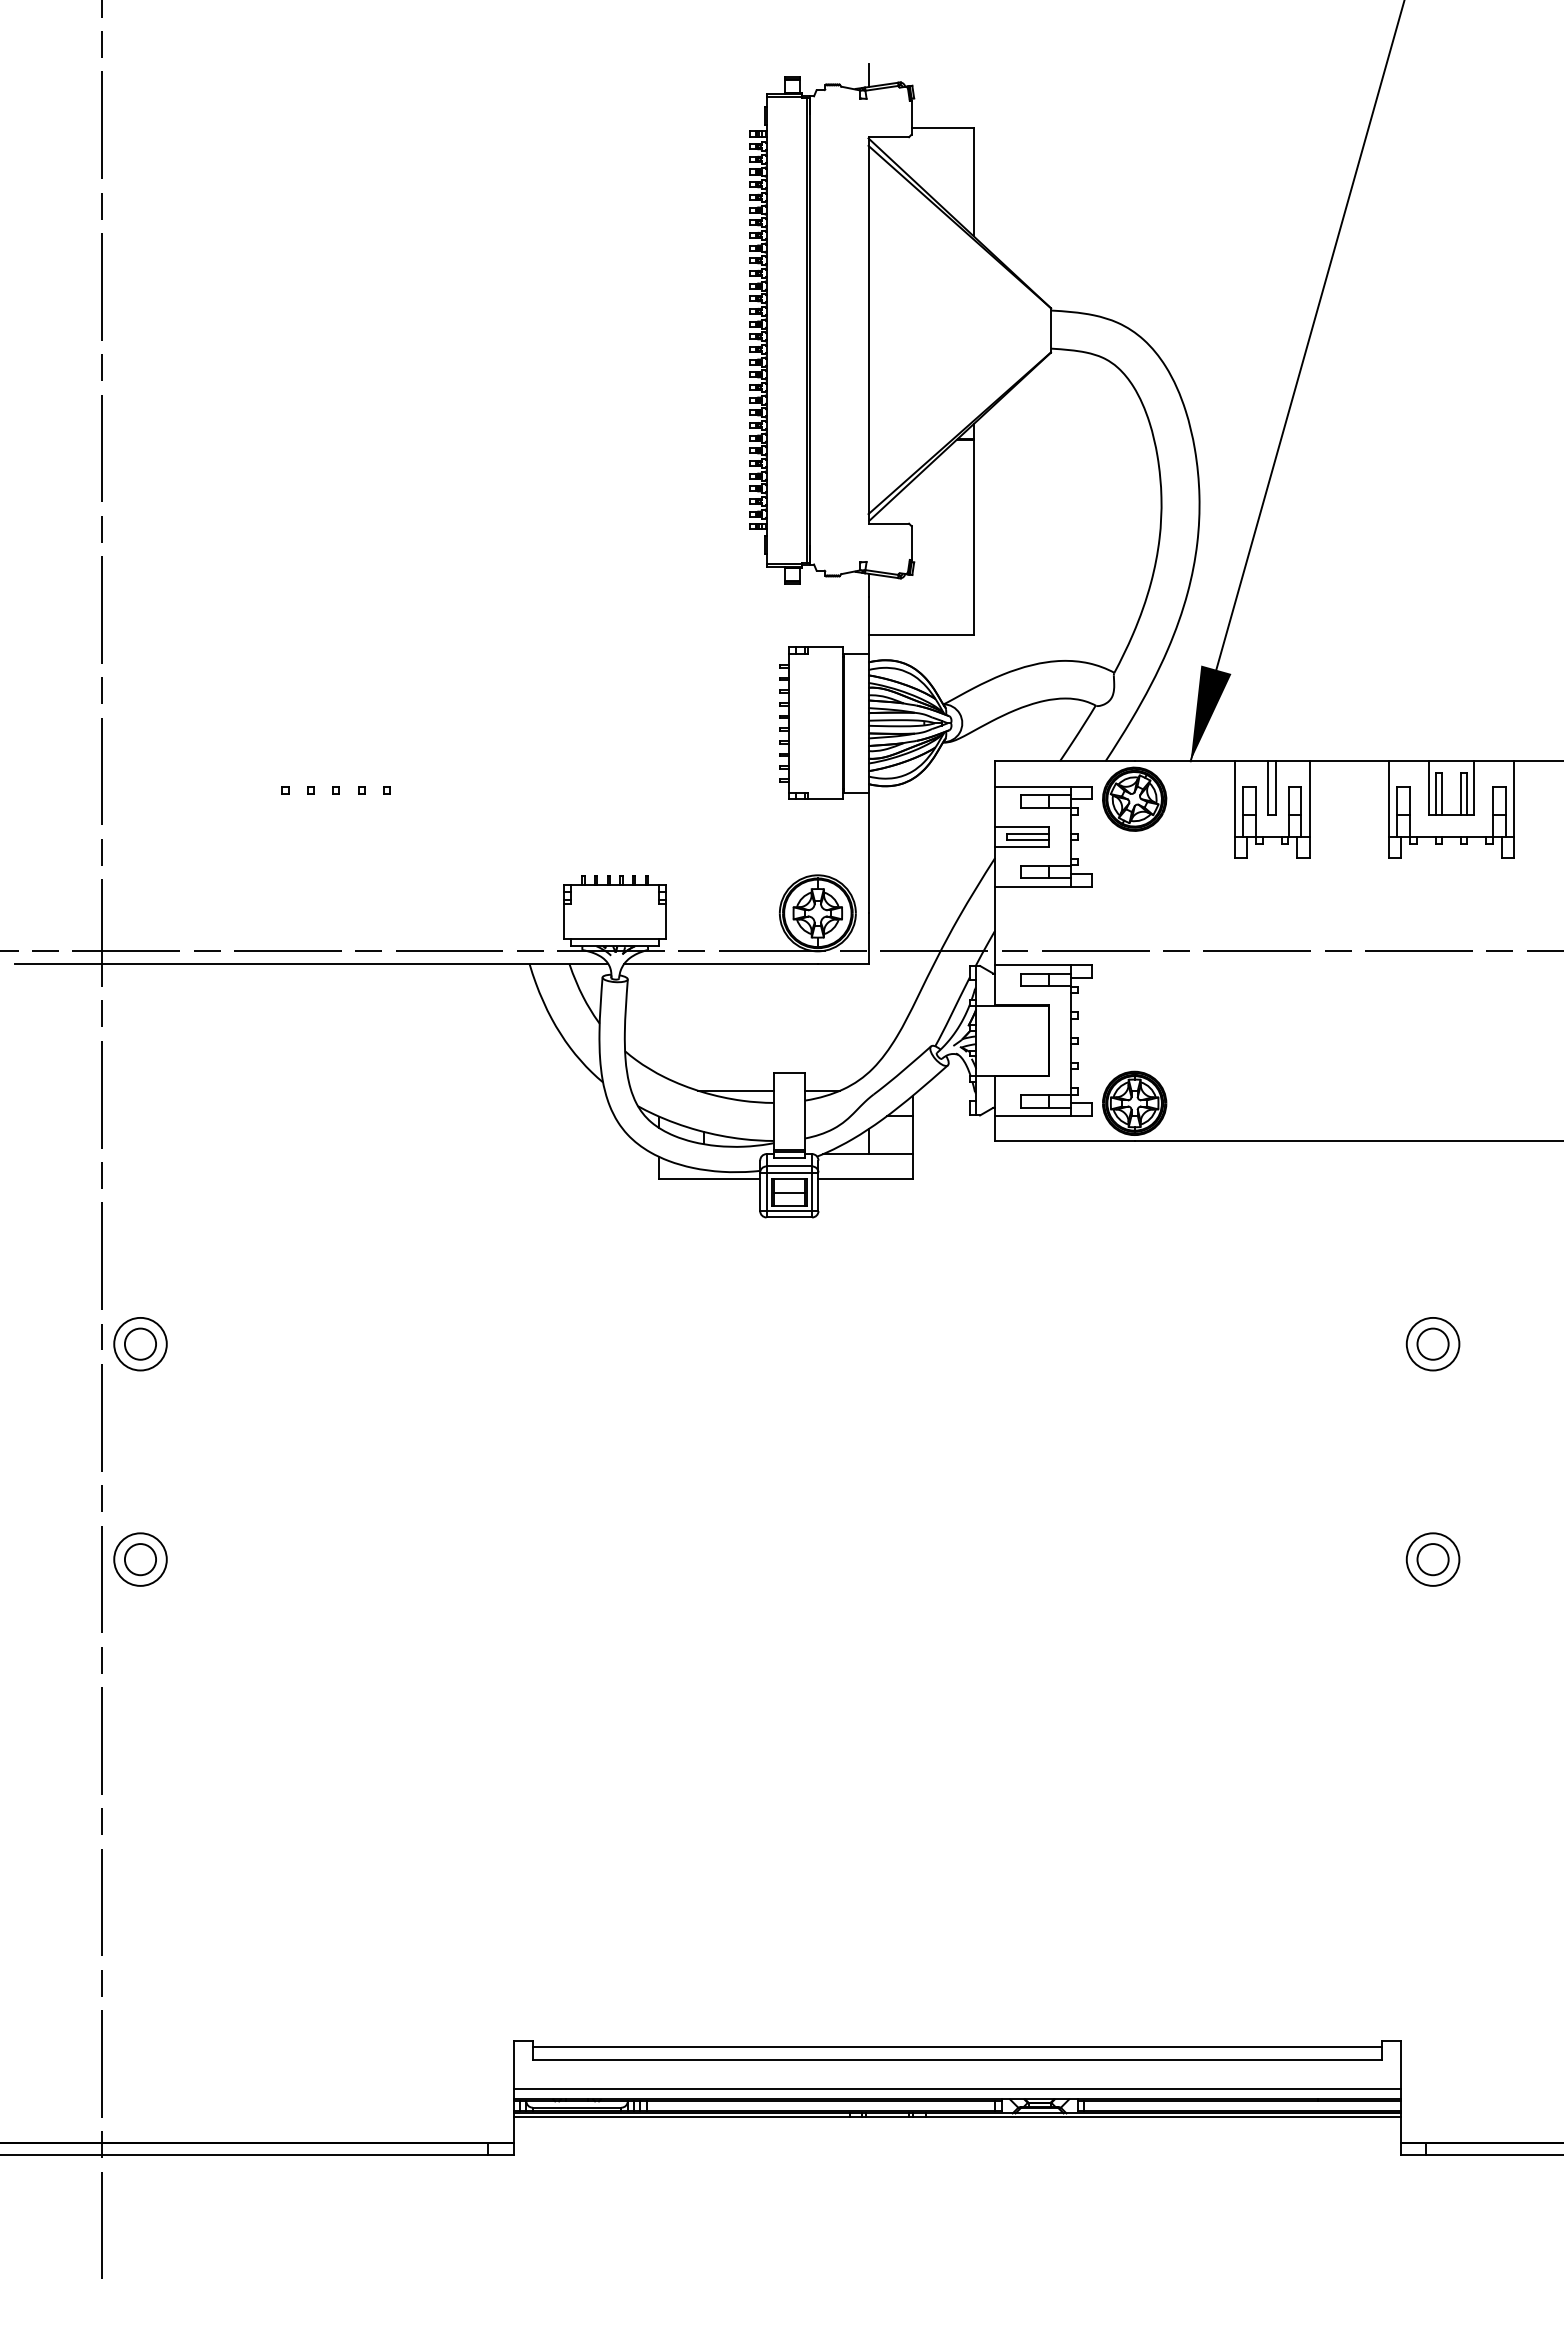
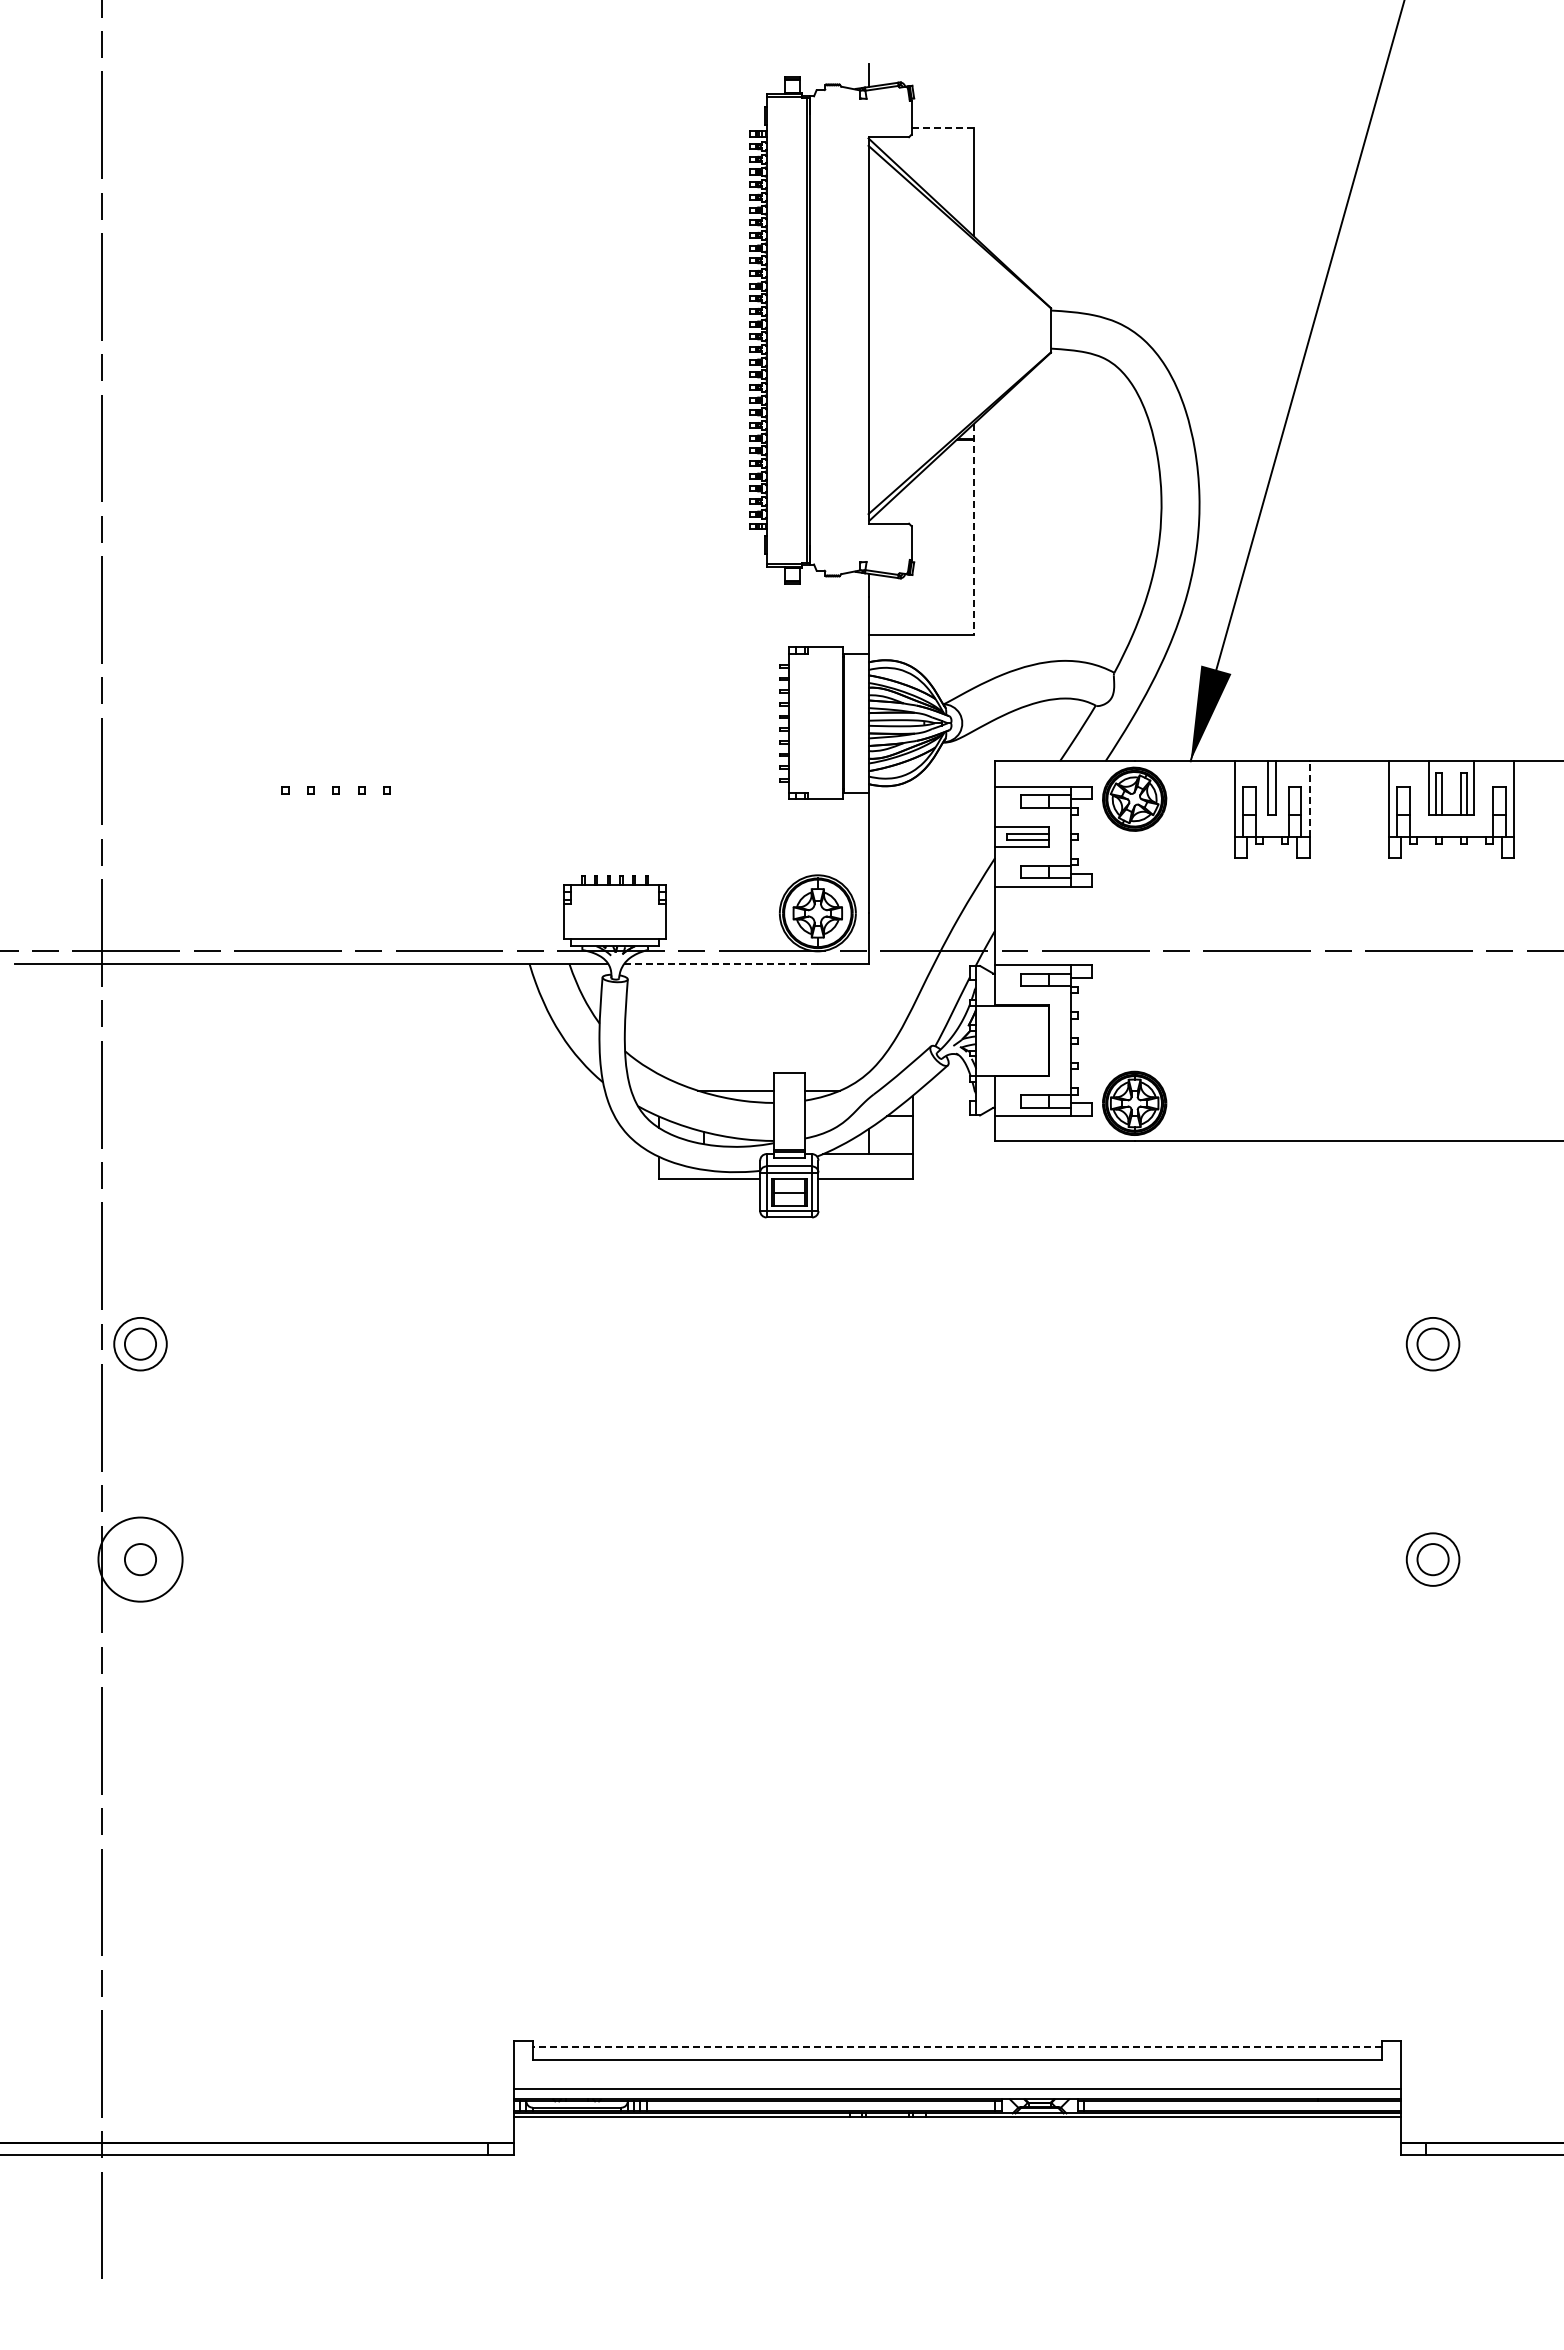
line at (943, 127): solid -> dashed
line at (973, 529): solid -> dashed
line at (1309, 798): solid -> dashed
line at (721, 964): solid -> dashed
circle at (140, 1559) diameter: 53 px -> 84 px
line at (957, 2047): solid -> dashed
